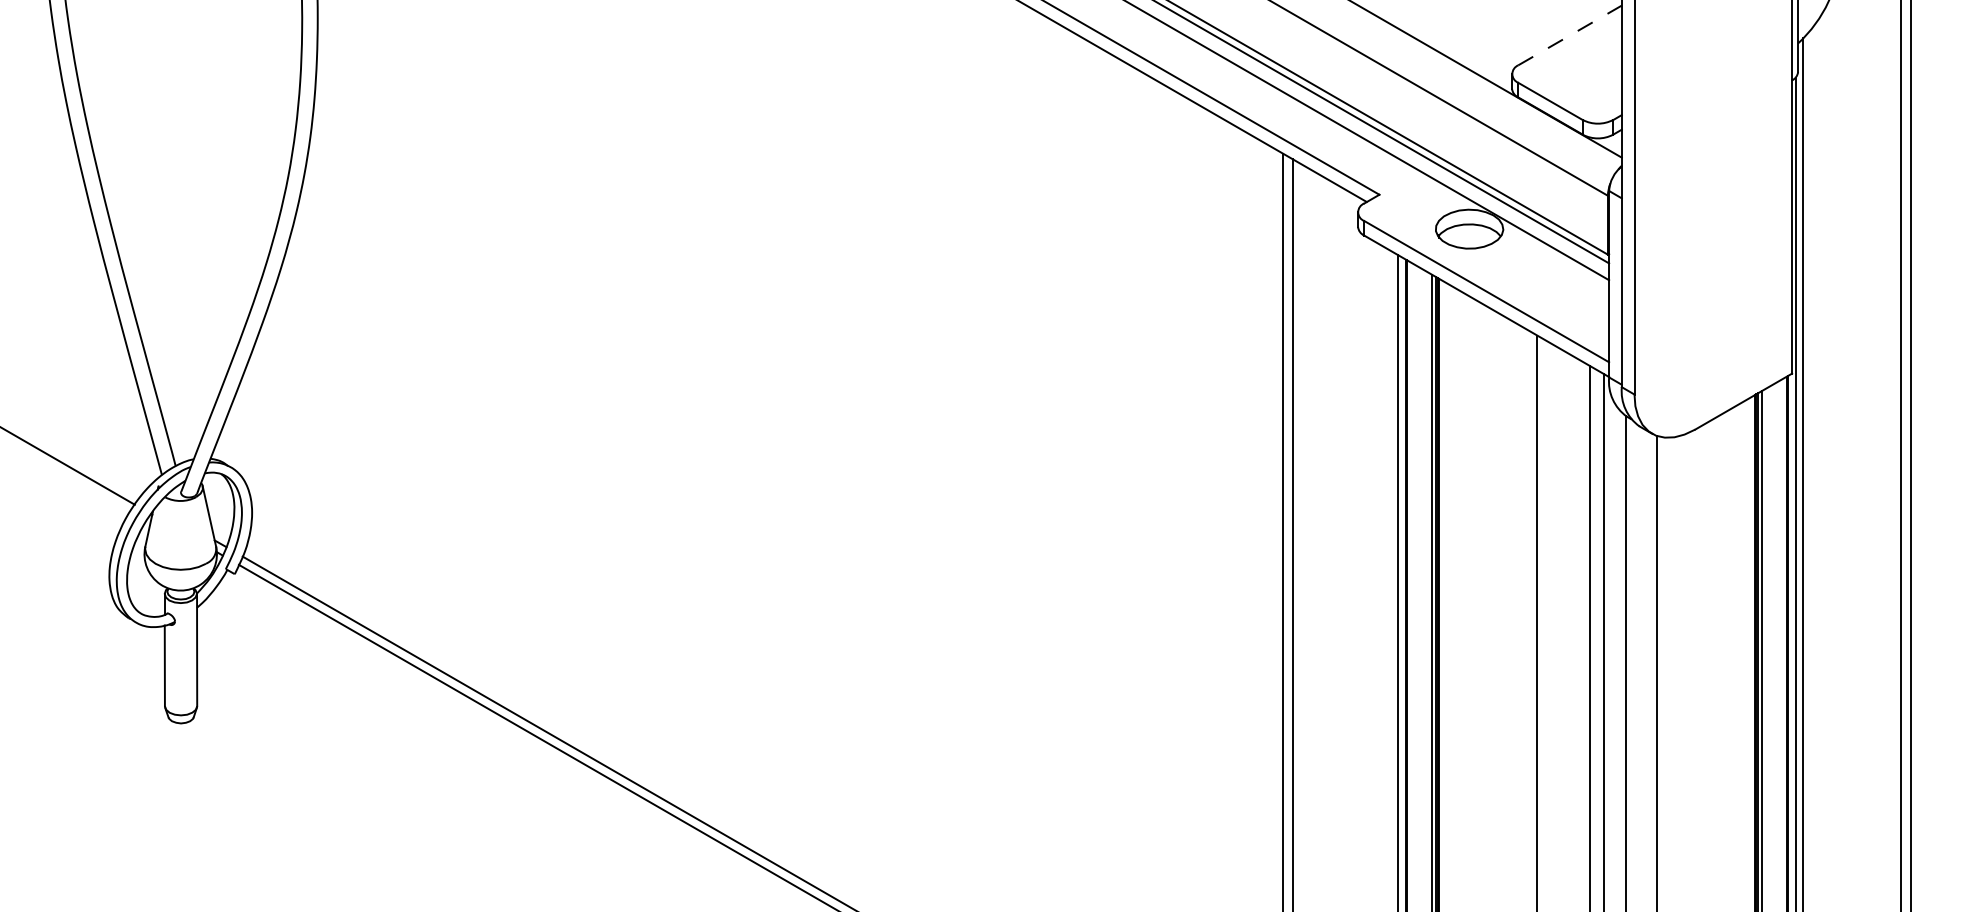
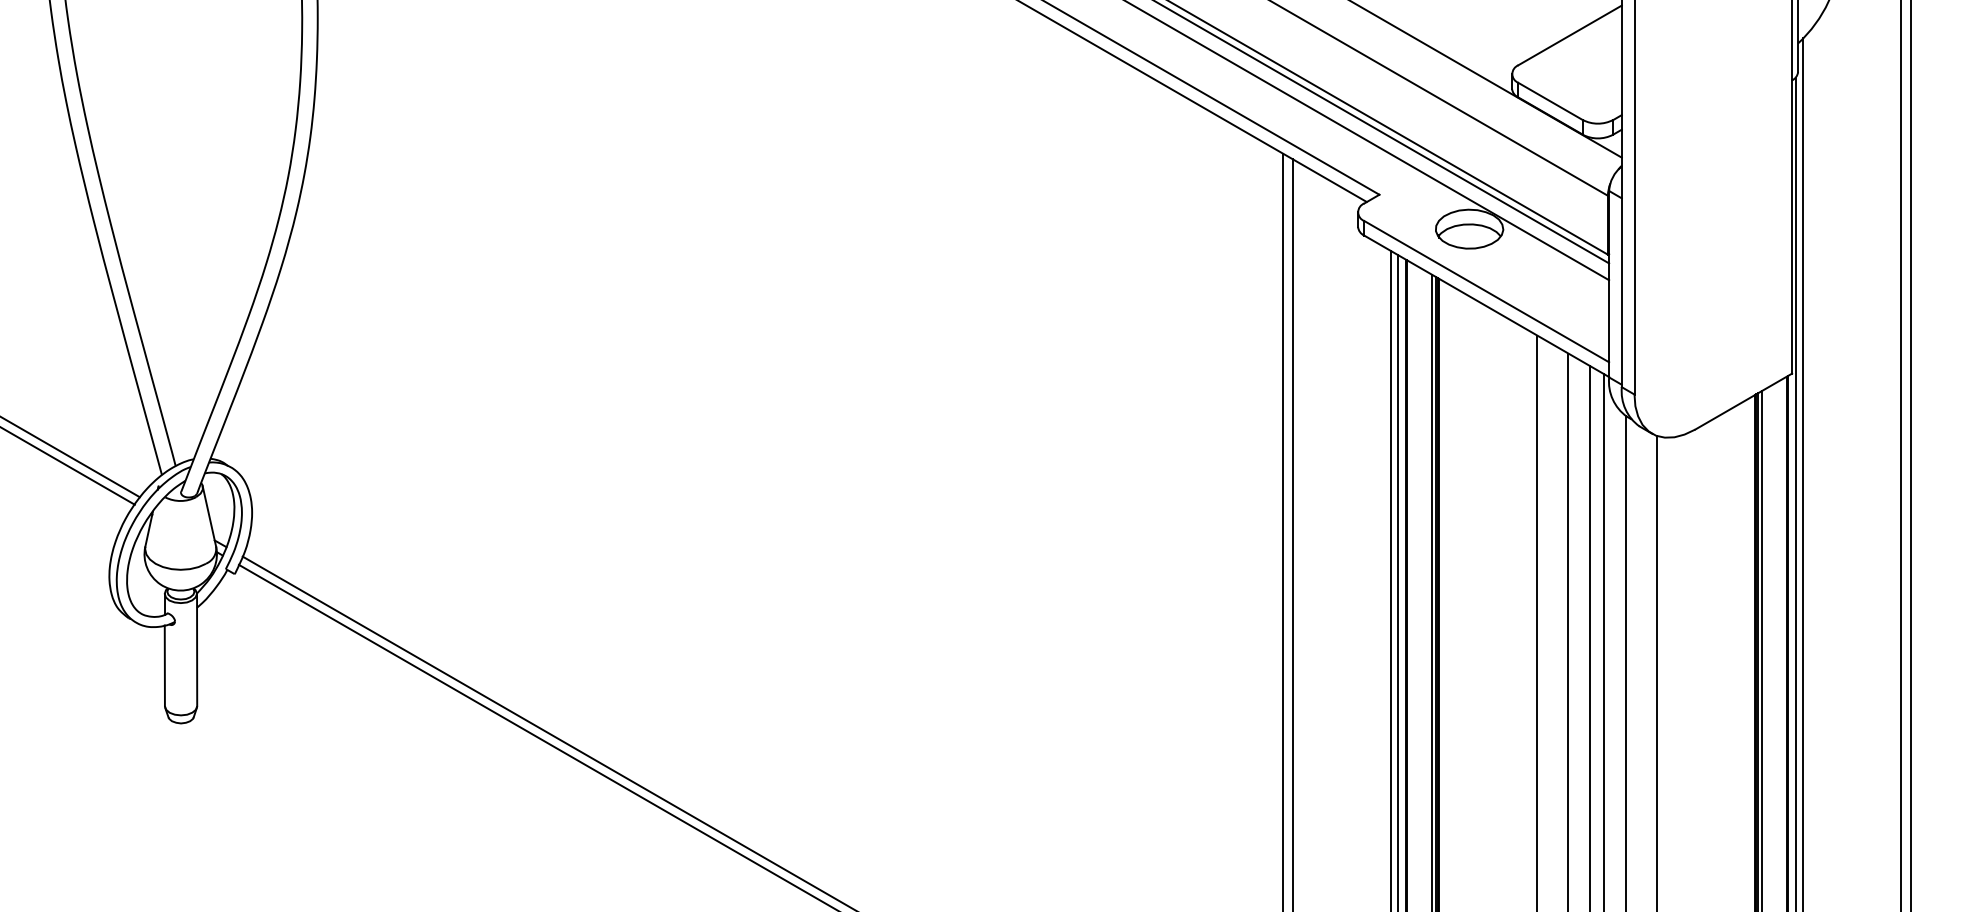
line at (1570, 35): dashed -> solid
line at (70, 457): none -> present
line at (1390, 579): none -> present
line at (1568, 630): none -> present
